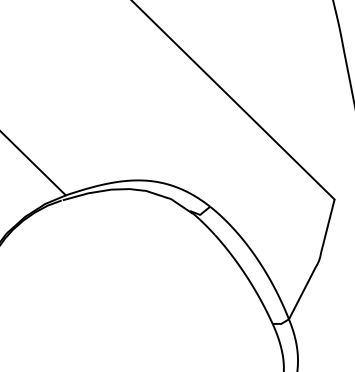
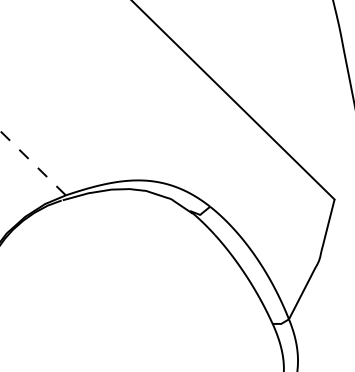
line at (33, 163): solid -> dashed
